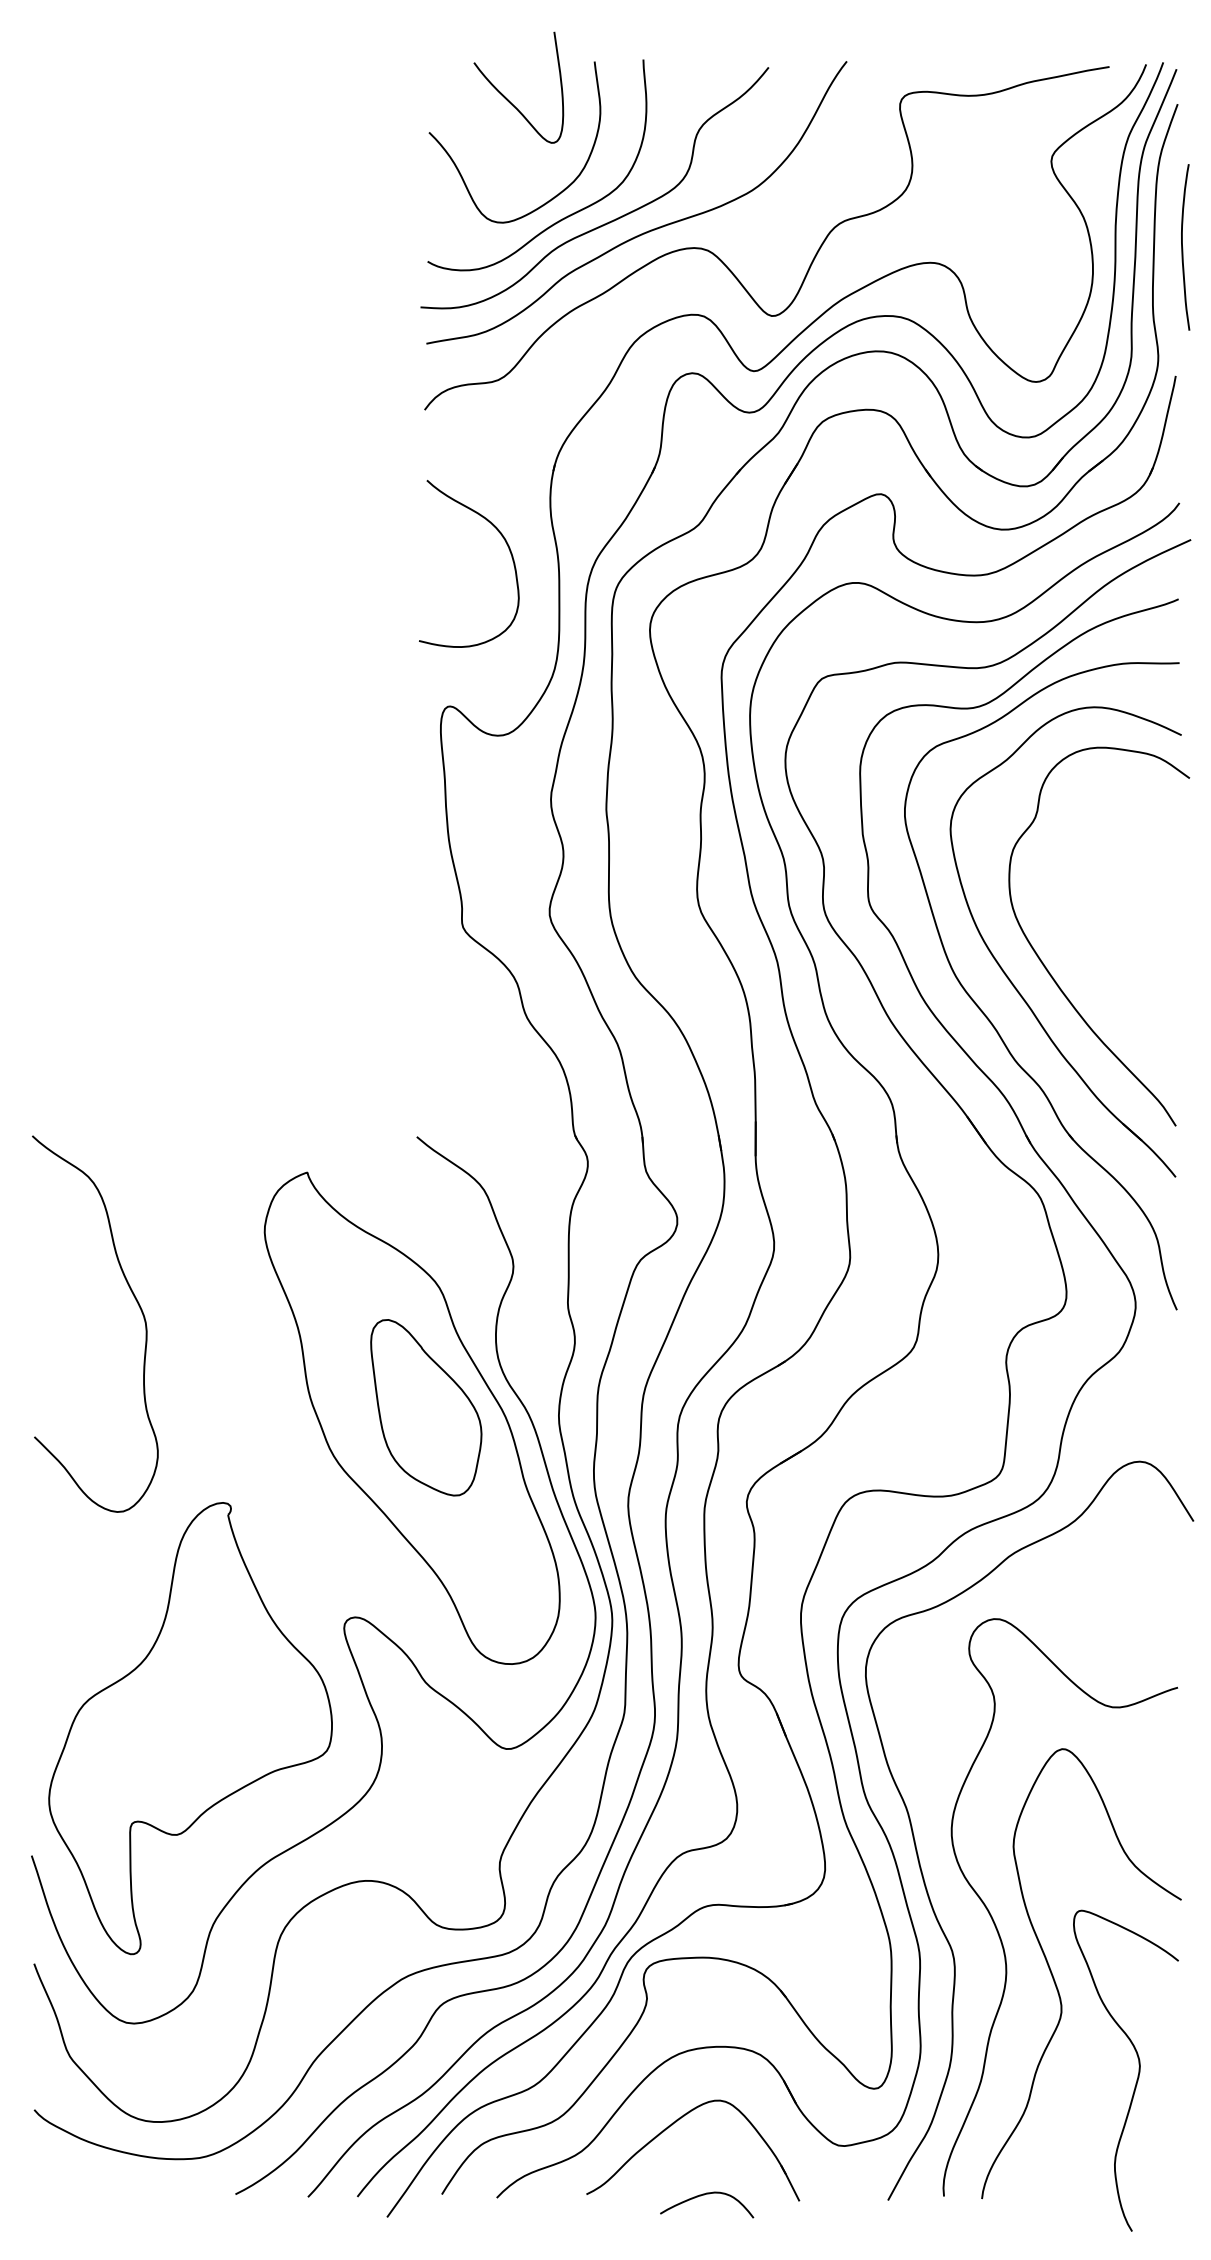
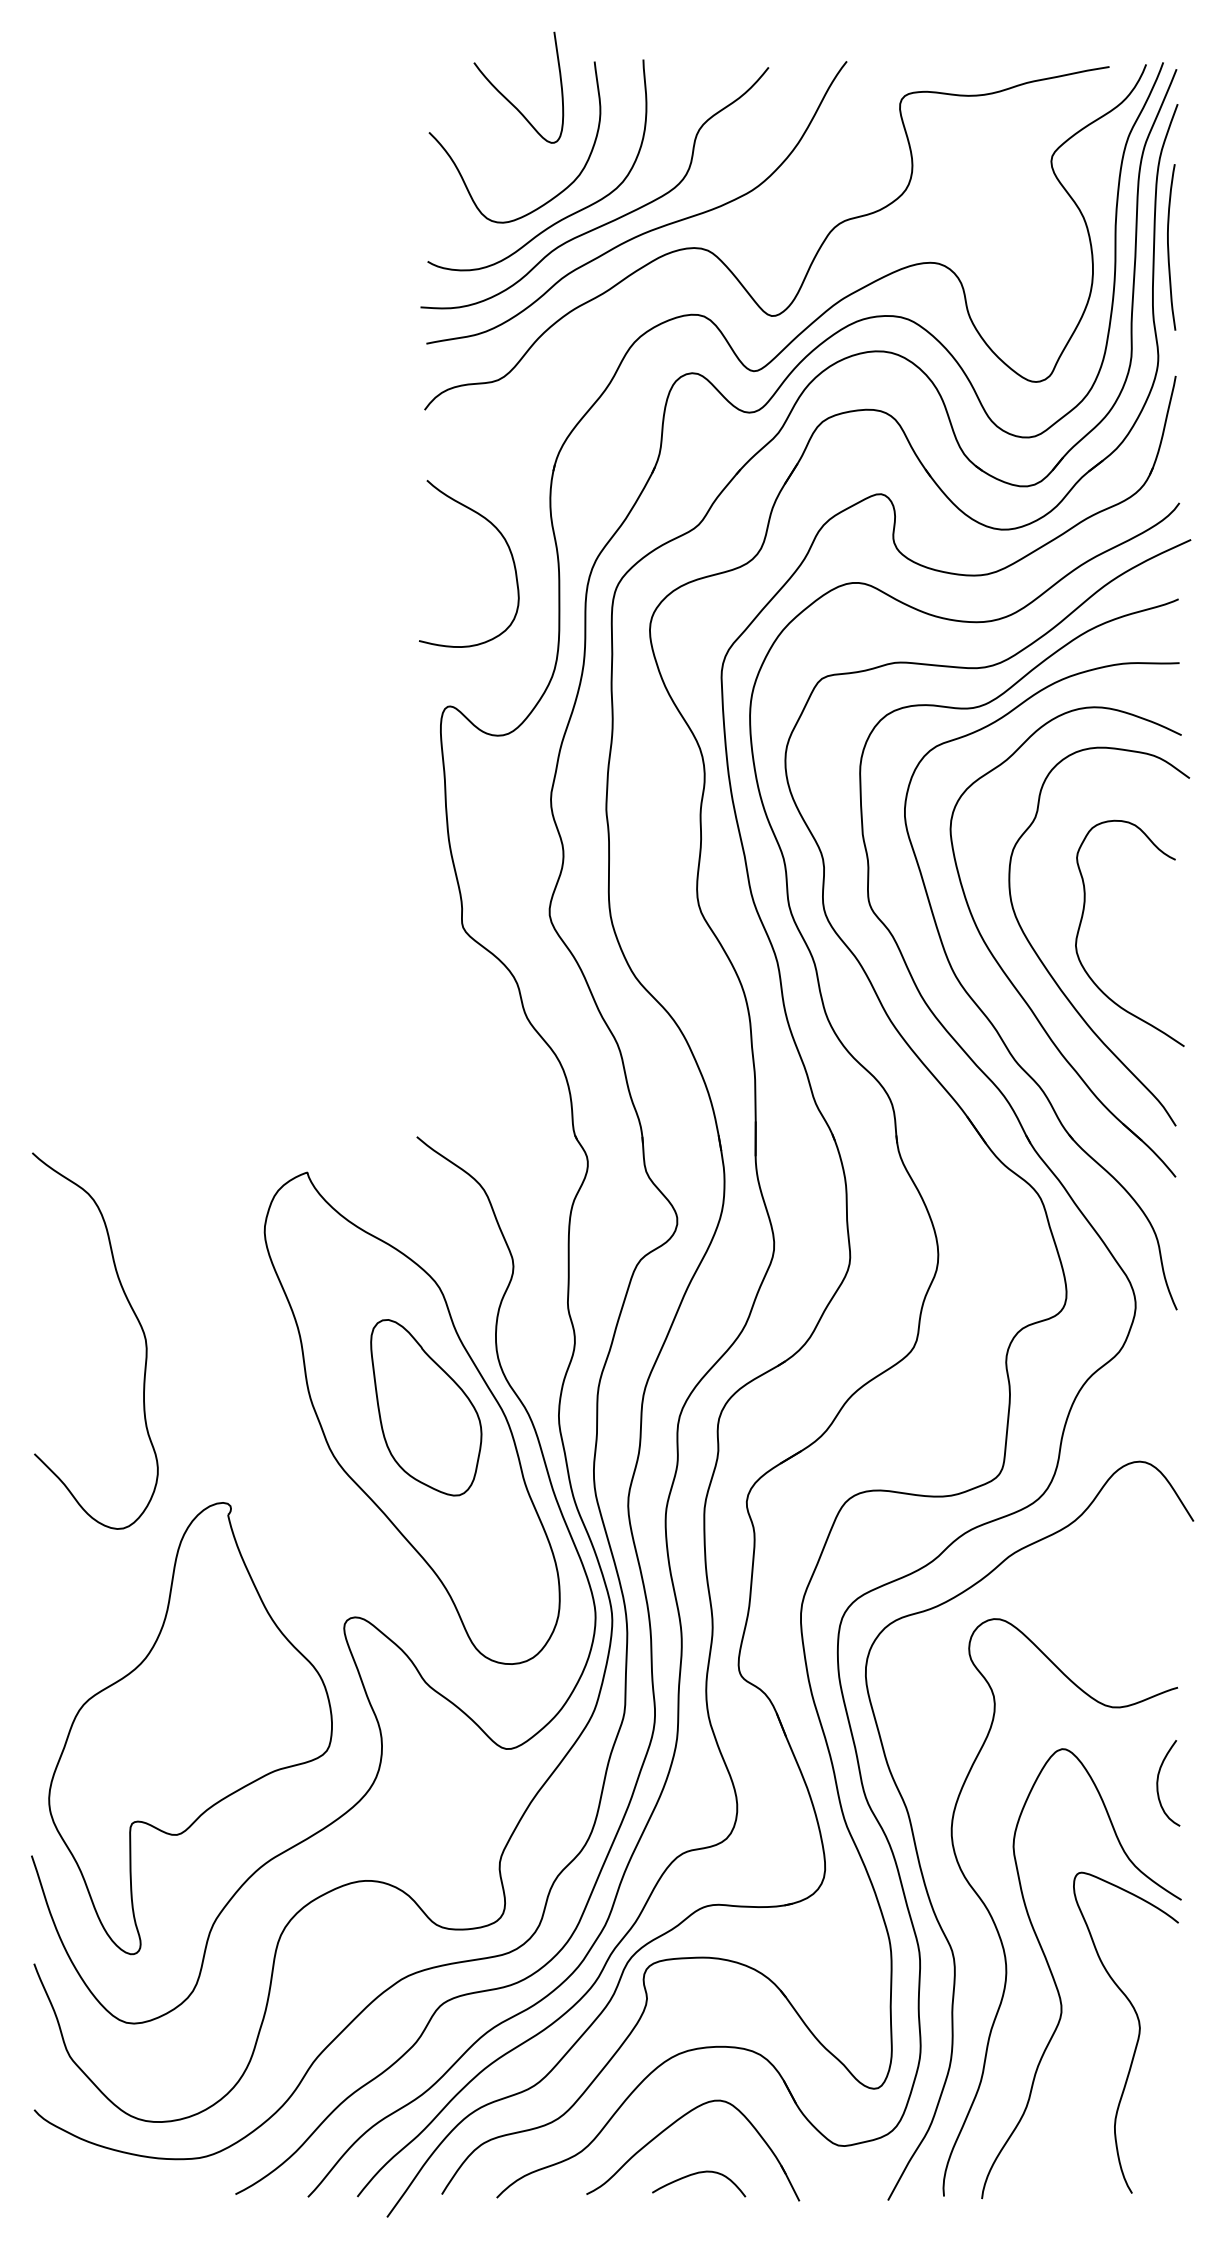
curve at (1183, 248) position: (1183, 248) -> (1169, 248)
curve at (1082, 920): none -> present
curve at (136, 1302) position: (136, 1302) -> (136, 1319)
curve at (1158, 1783): none -> present
curve at (1138, 2070) position: (1138, 2070) -> (1138, 2032)
curve at (704, 2195) position: (704, 2195) -> (696, 2174)
